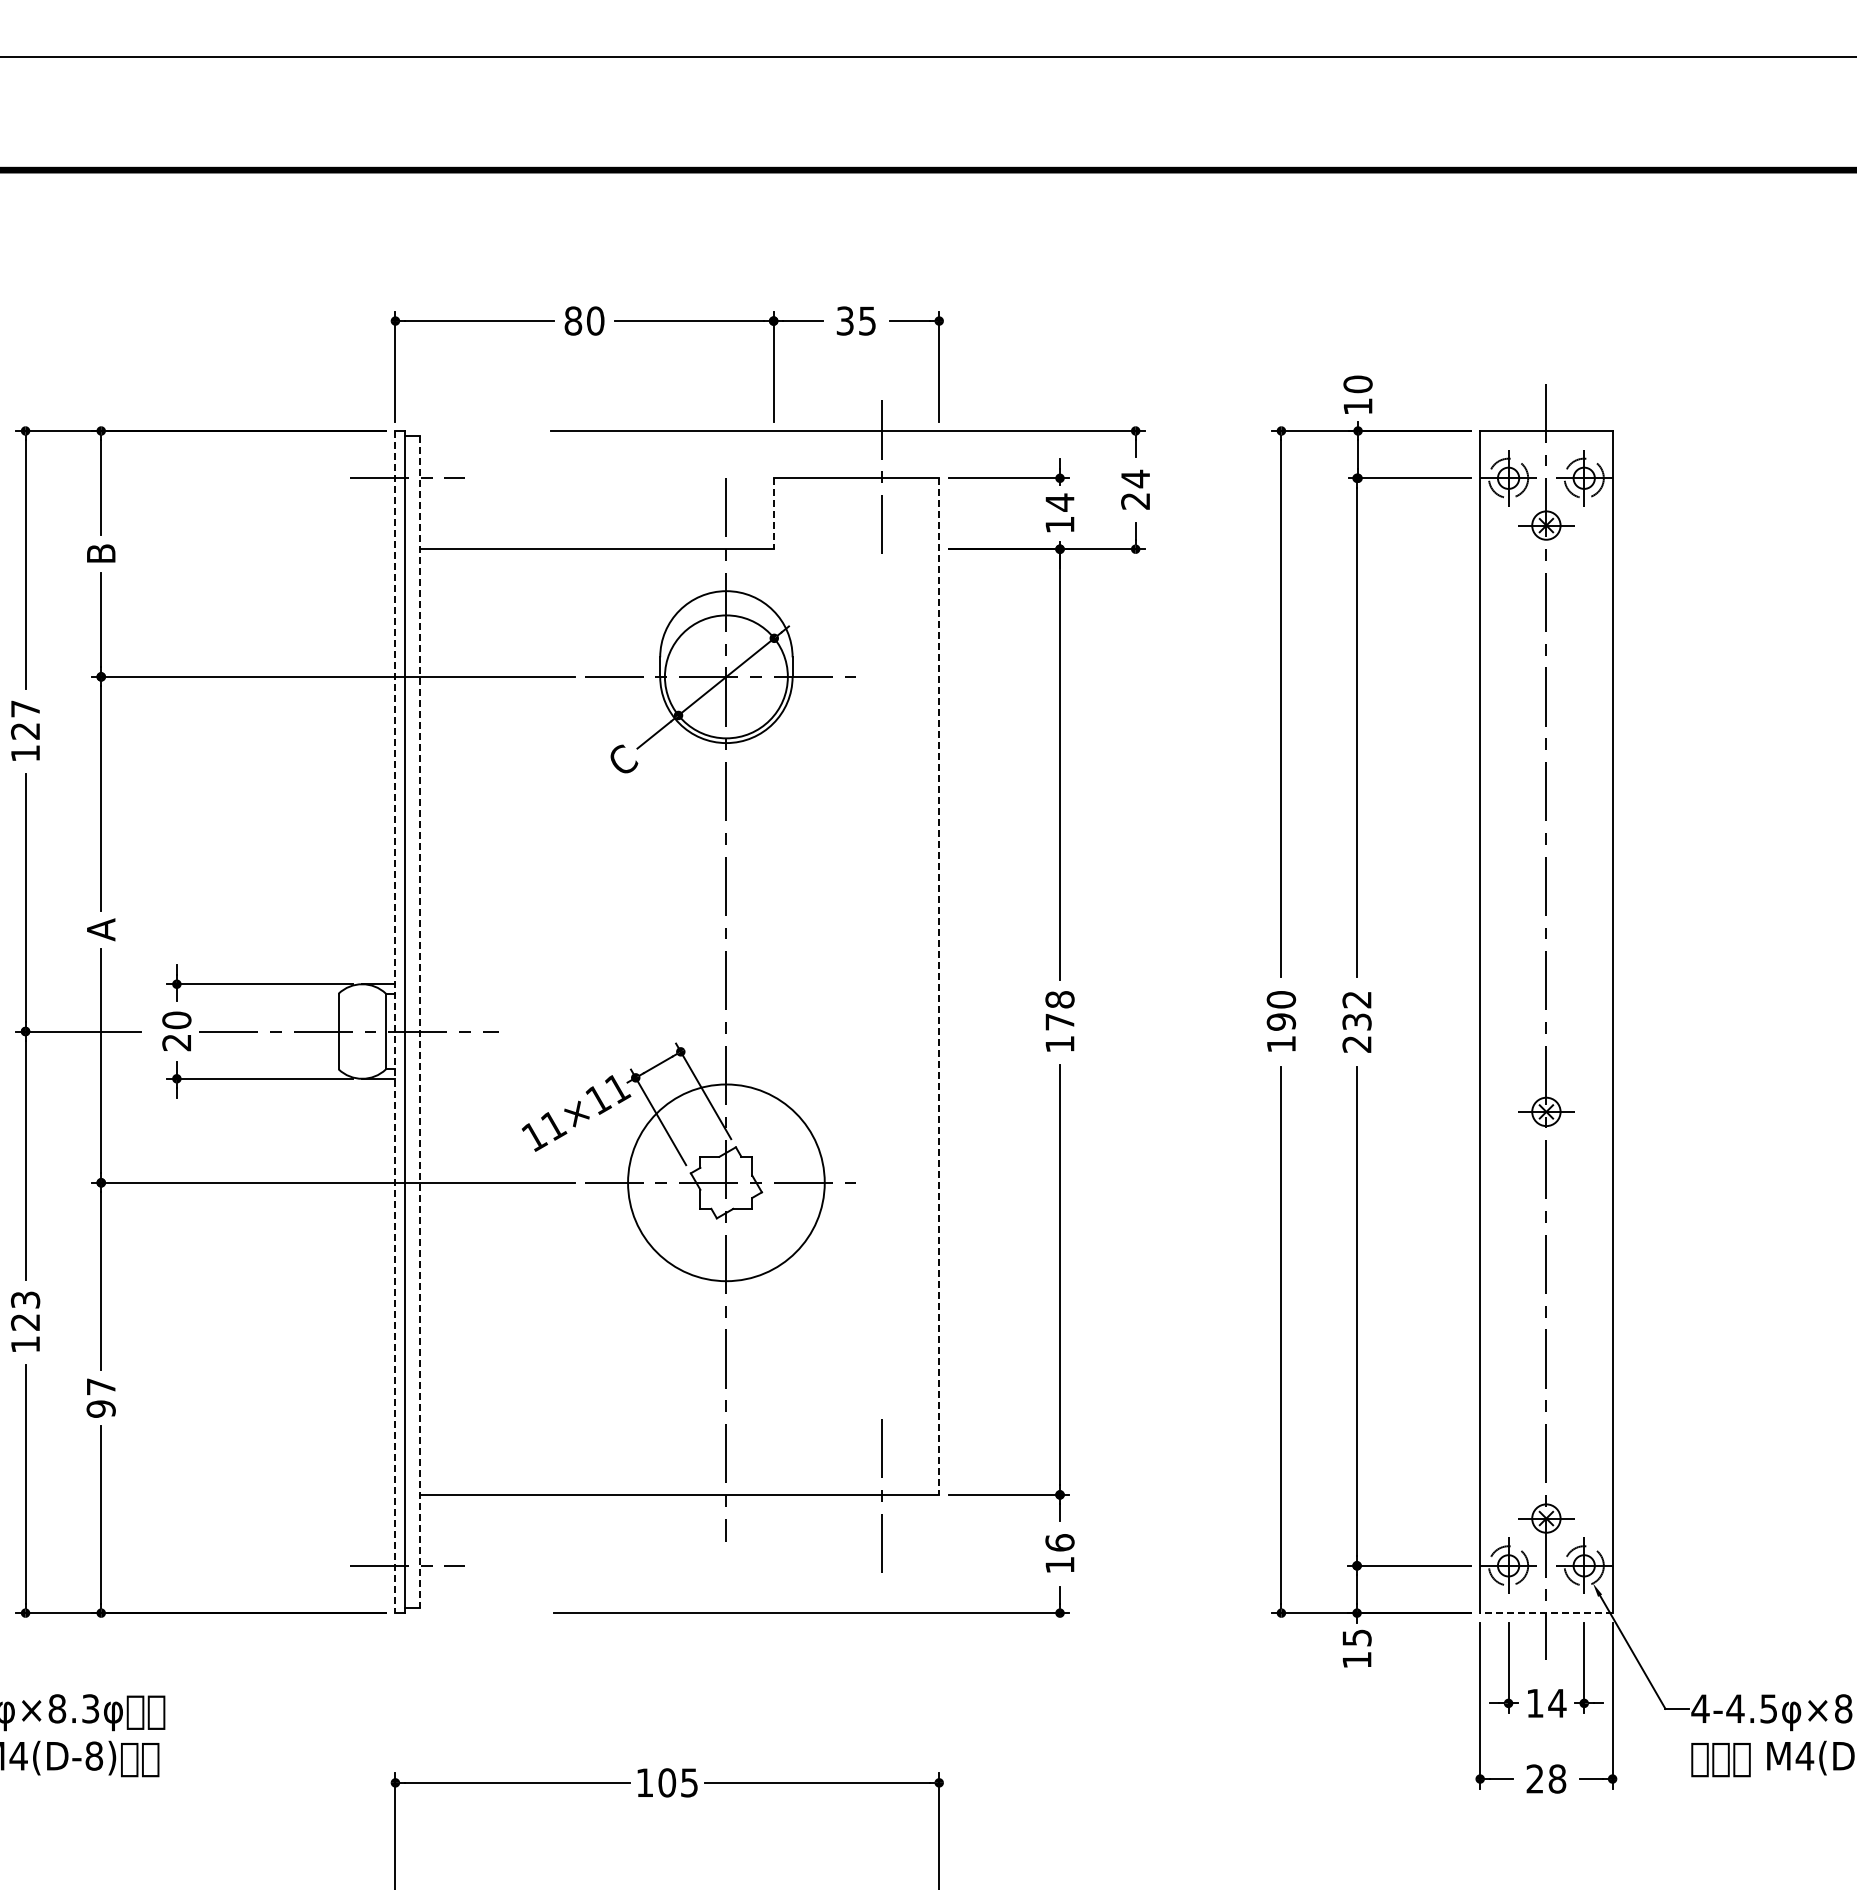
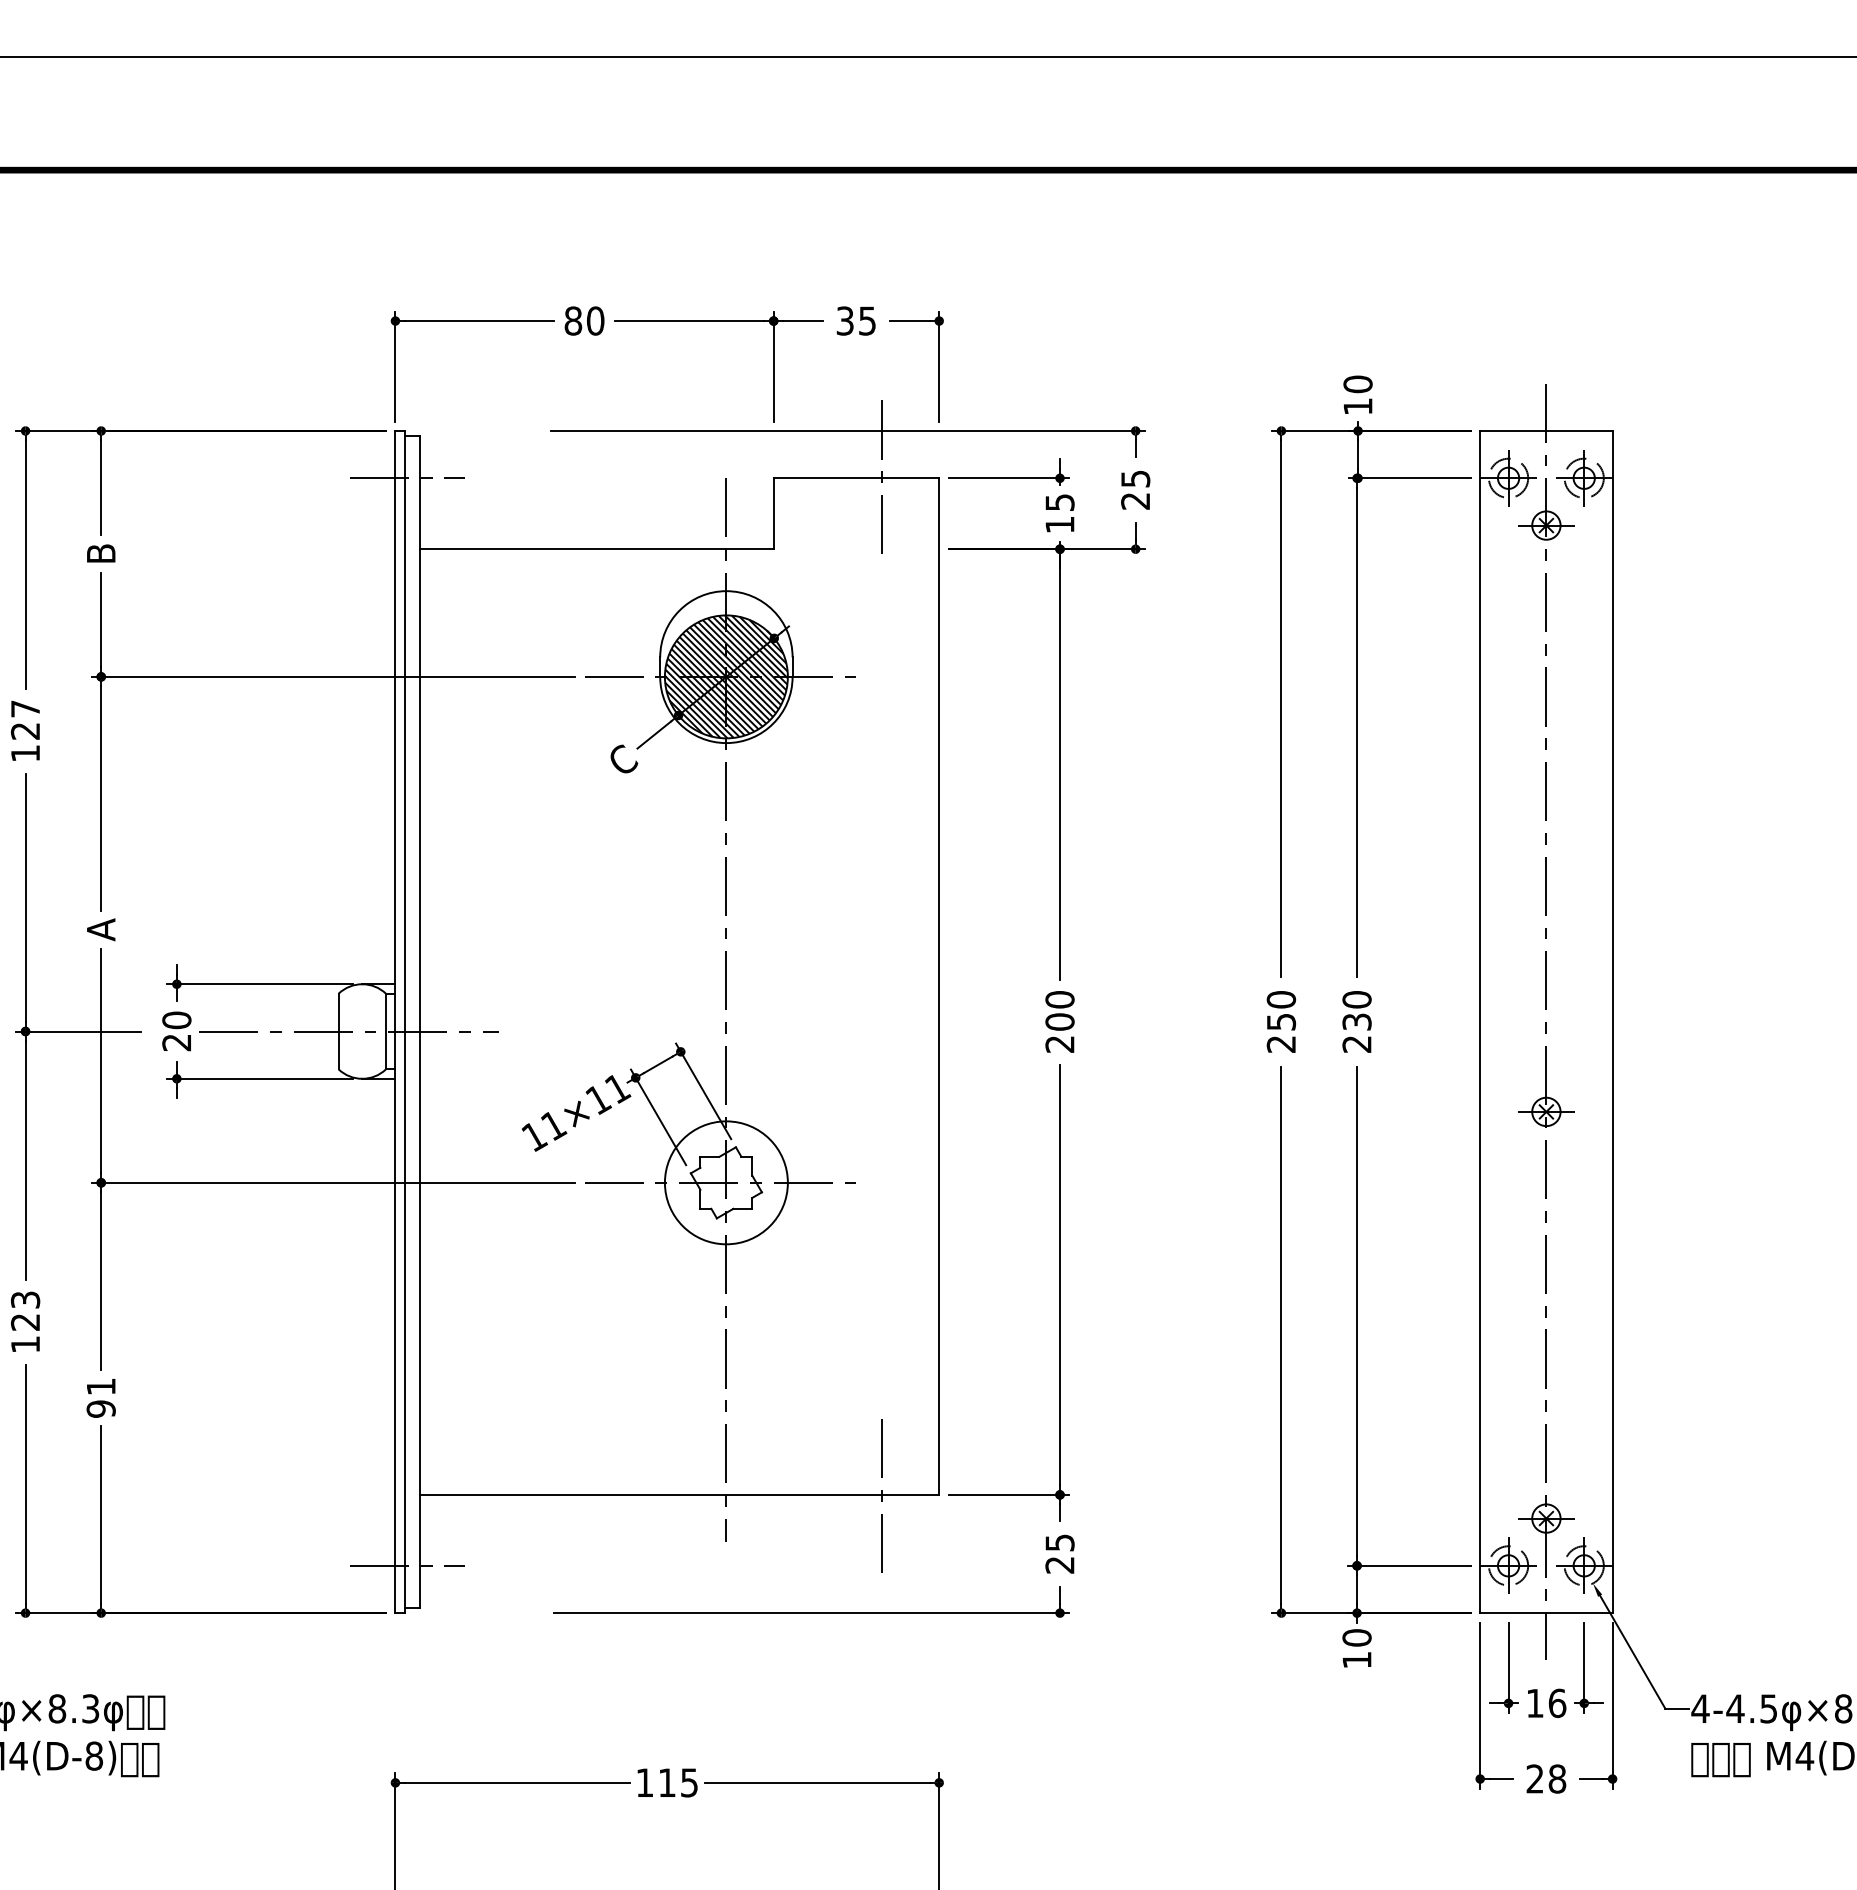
text at (1135, 478): 24 -> 25
text at (1059, 502): 14 -> 15
line at (773, 514): dashed -> solid
hatch at (725, 676): none -> present
line at (939, 987): dashed -> solid
text at (1356, 999): 232 -> 230
text at (1059, 1021): 178 -> 200
line at (395, 1022): dashed -> solid
line at (420, 1022): dashed -> solid
text at (1280, 1032): 190 -> 250
circle at (726, 1182) diameter: 197 px -> 123 px
text at (101, 1386): 97 -> 91
text at (1059, 1553): 16 -> 25
line at (1545, 1613): dashed -> solid
text at (1356, 1637): 15 -> 10
text at (1557, 1703): 14 -> 16
text at (667, 1782): 105 -> 115
